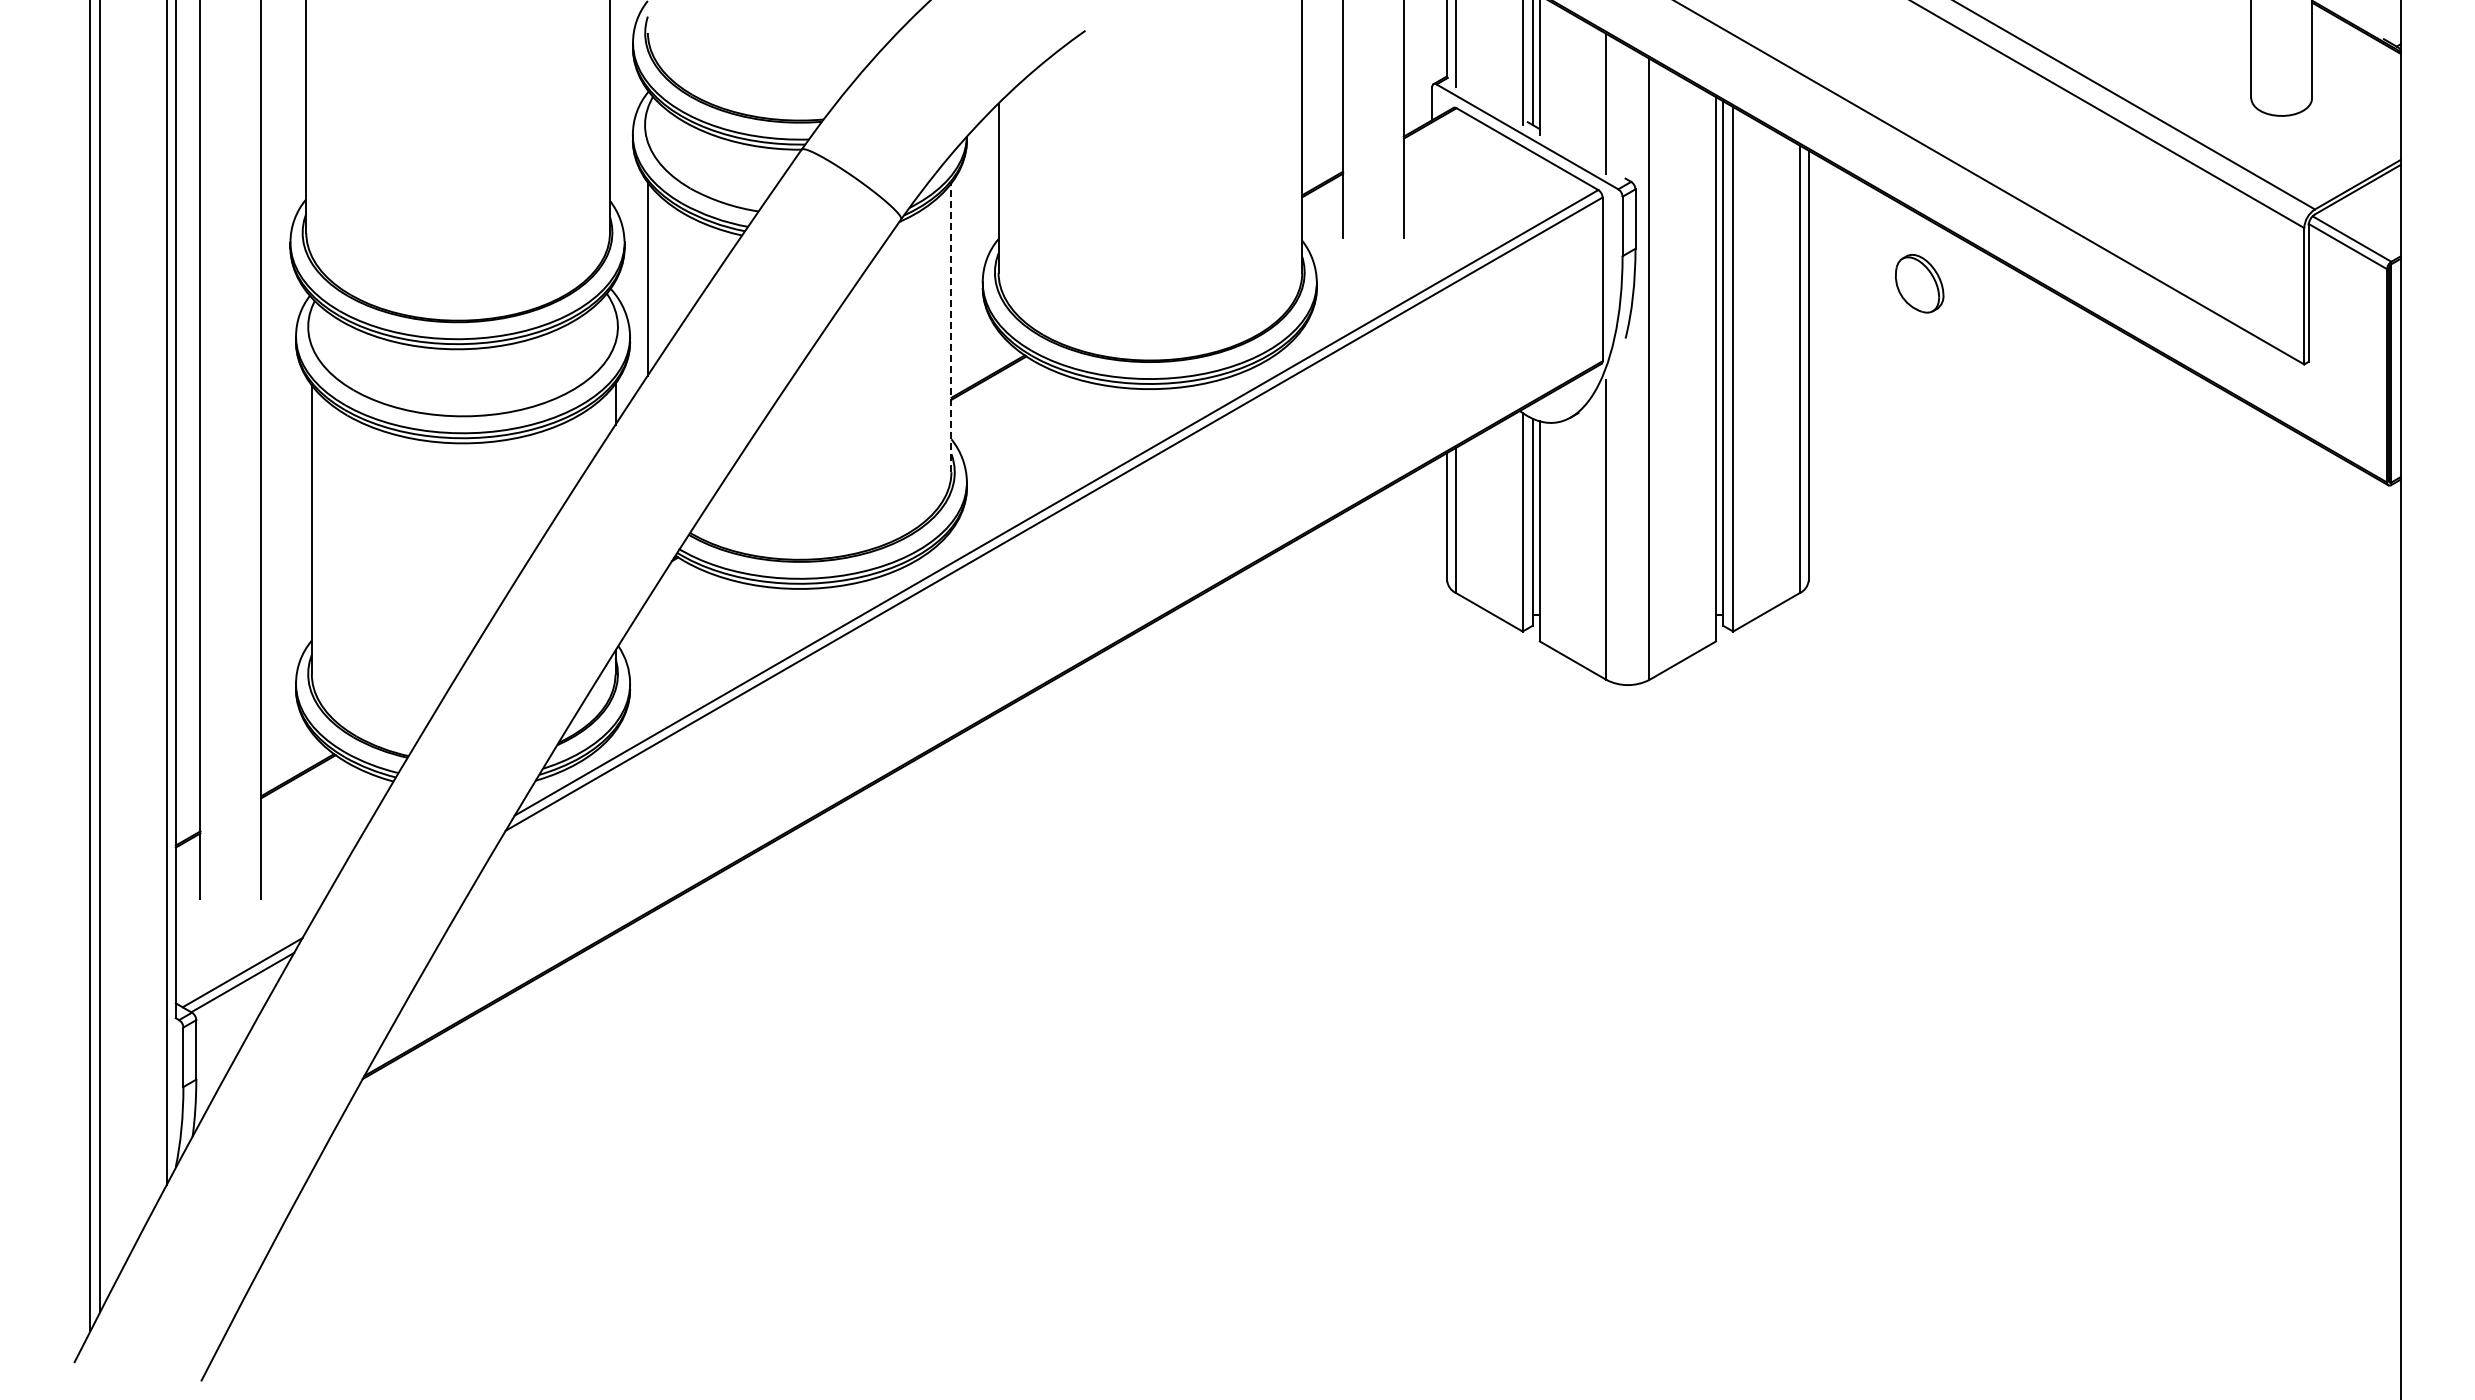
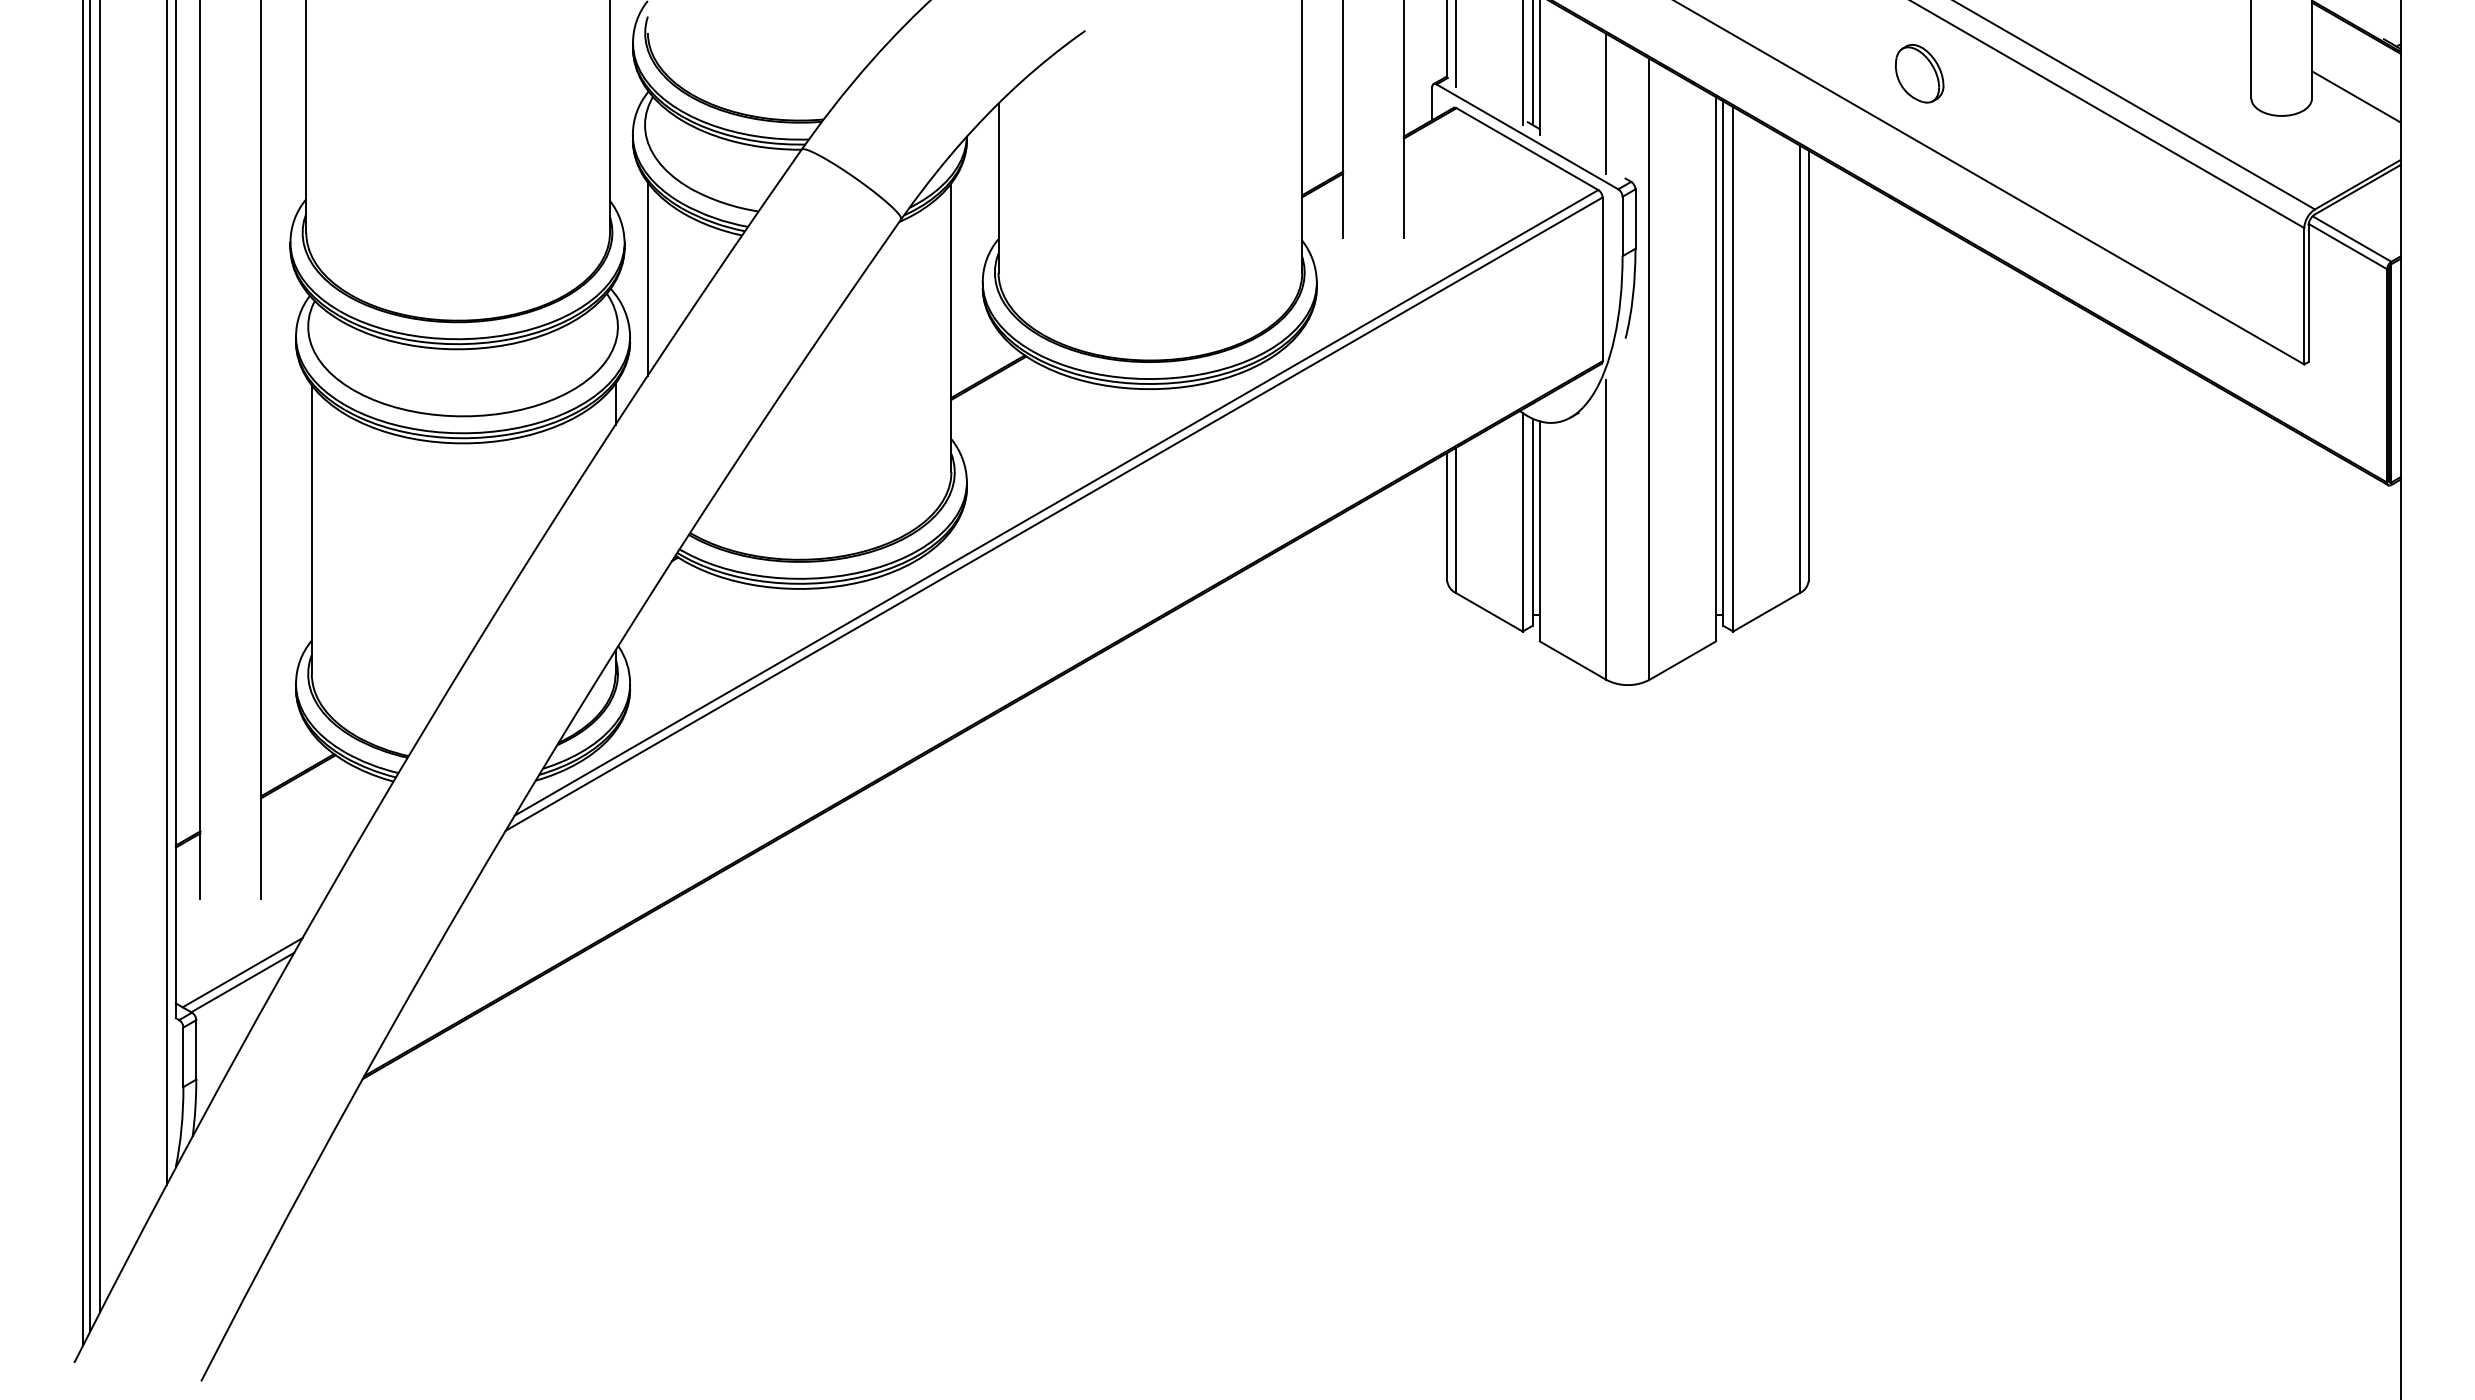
line at (2356, 96): none -> present
part at (1919, 283) position: (1919, 283) -> (1919, 73)
line at (951, 327): dashed -> solid
line at (83, 673): none -> present
